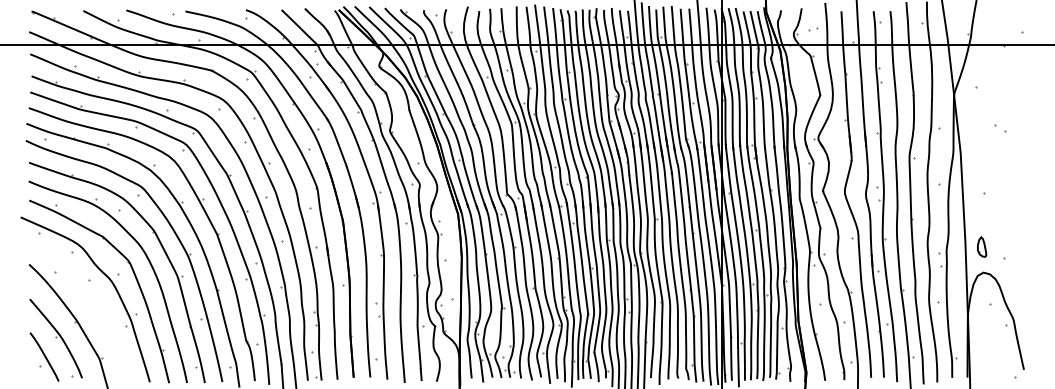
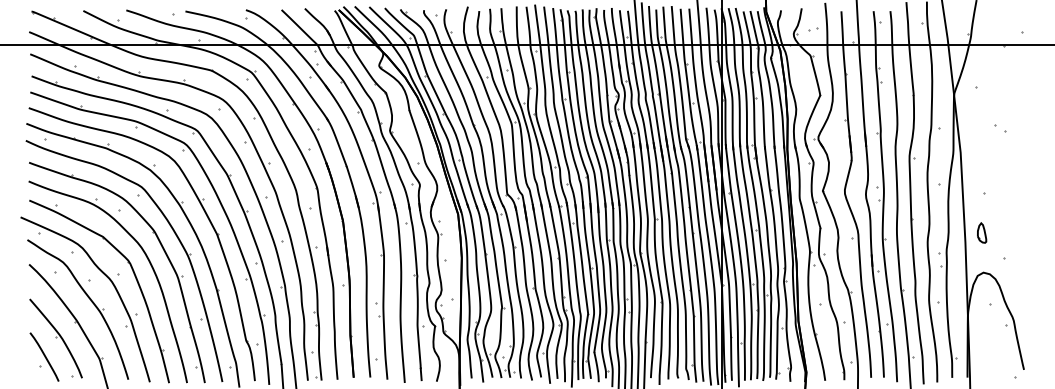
part at (982, 246) position: (982, 246) -> (982, 232)
part at (91, 302): none -> present
